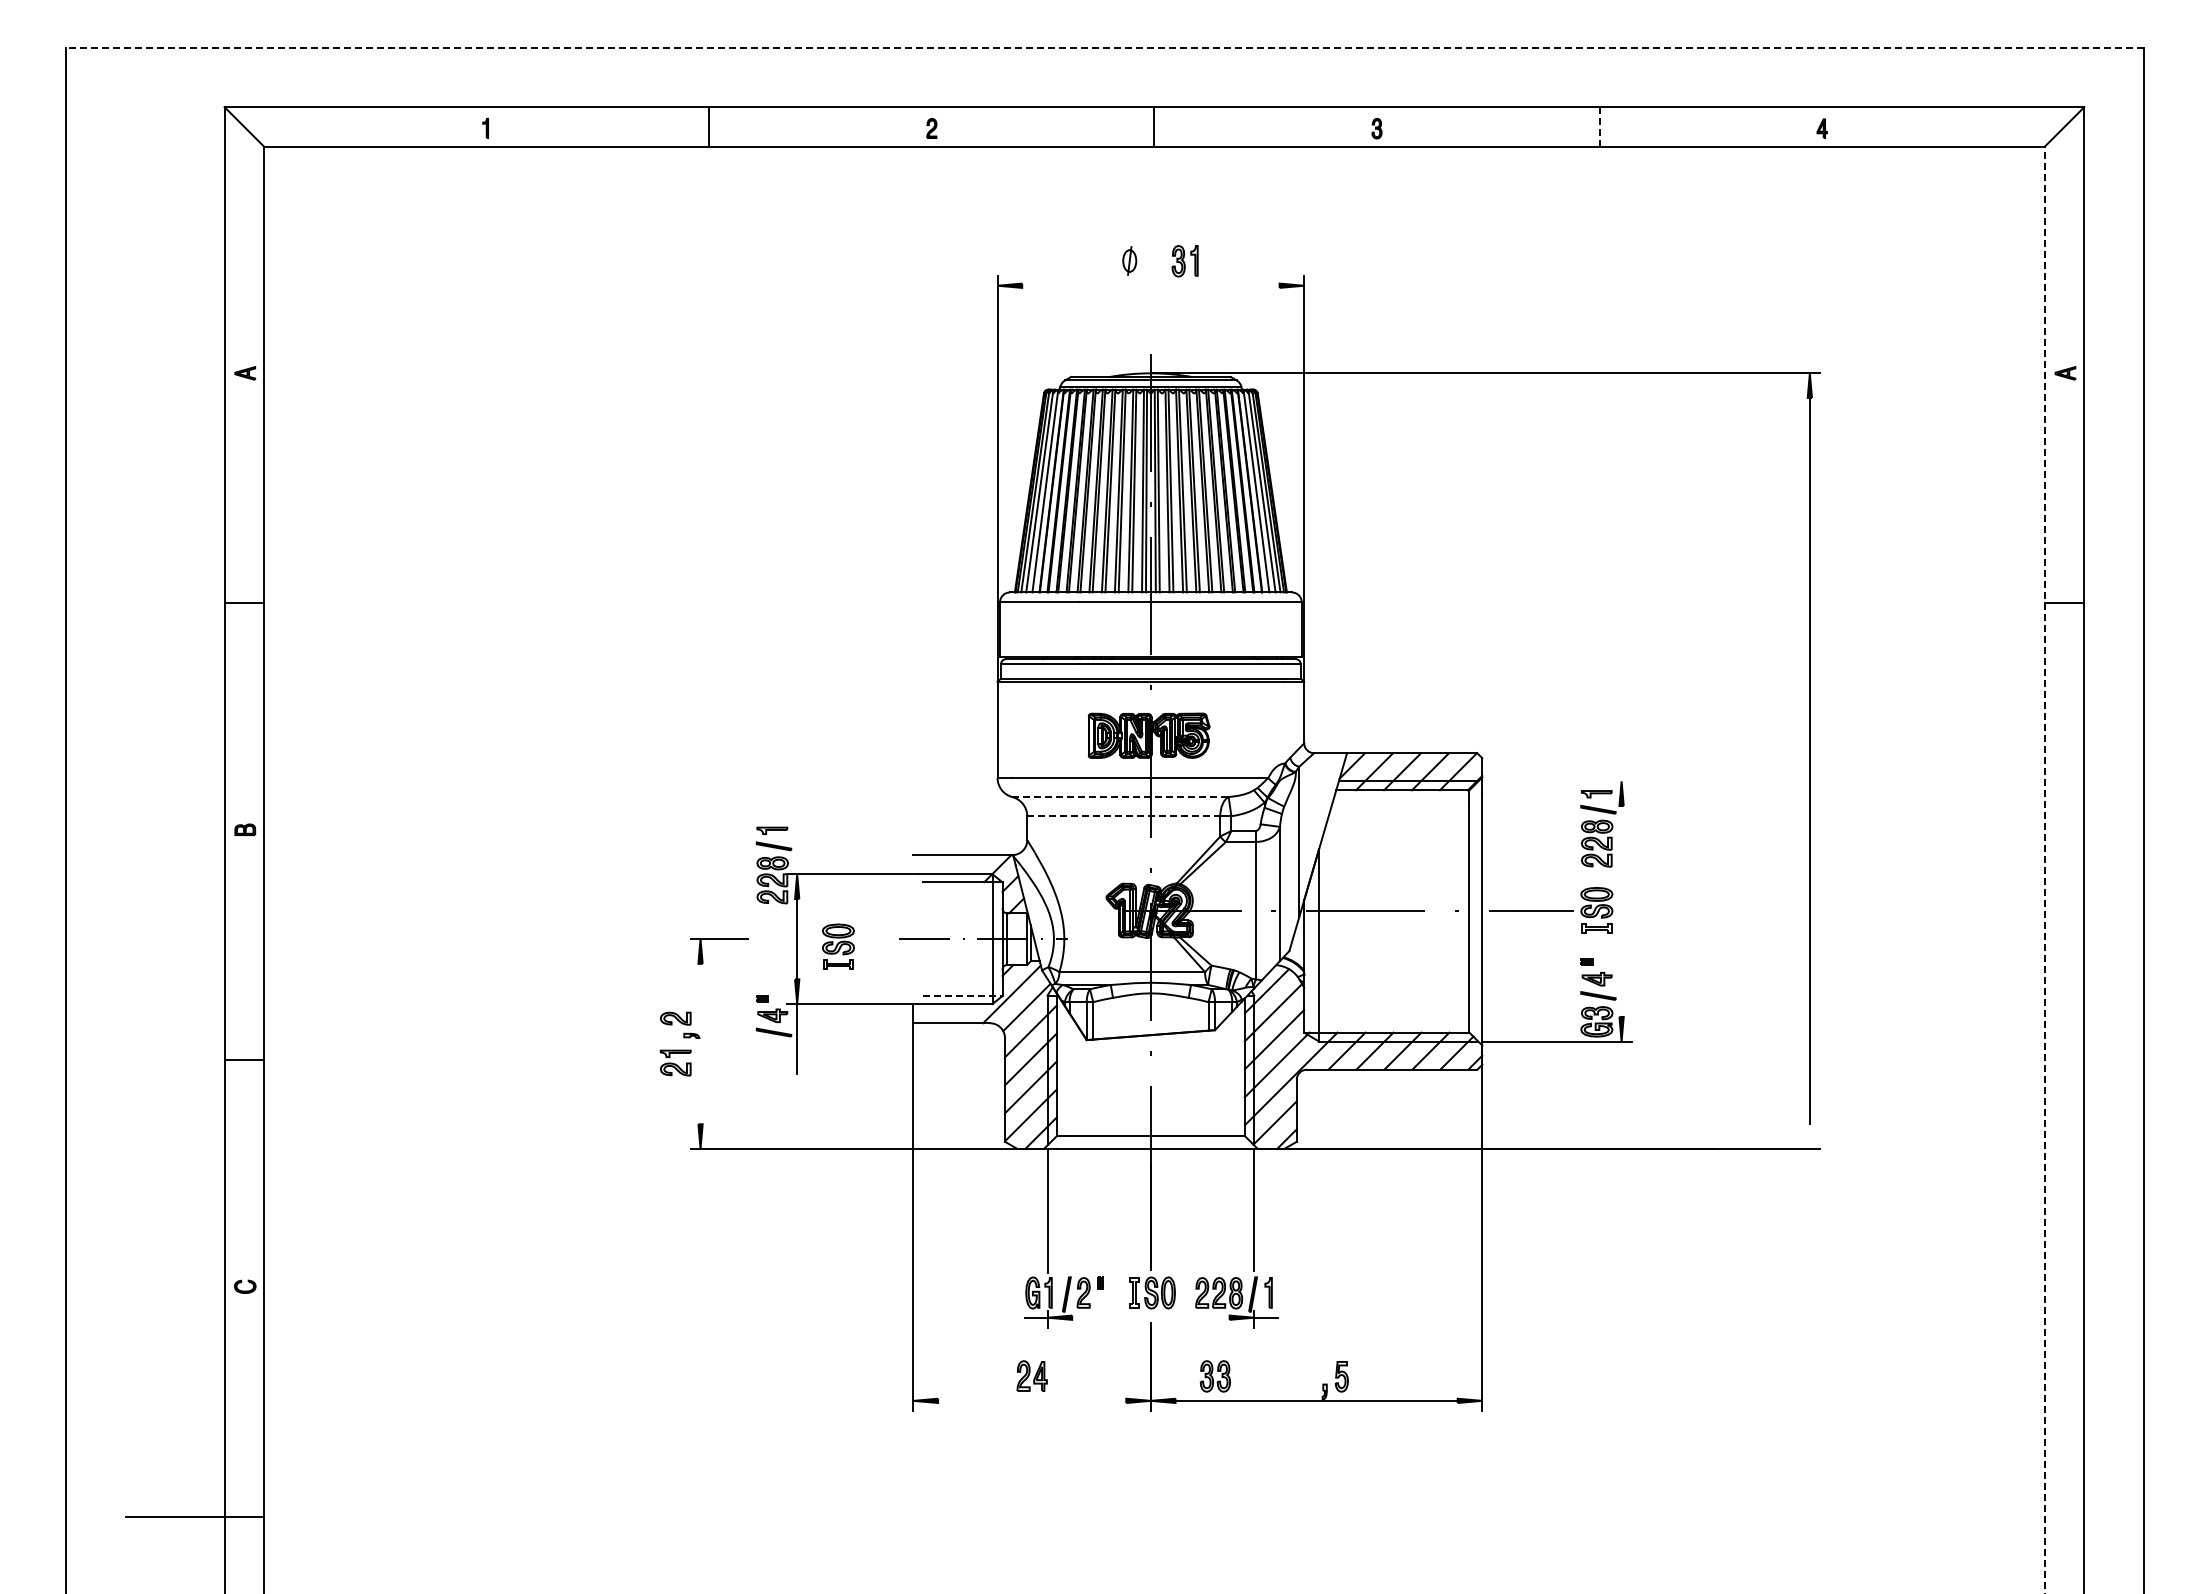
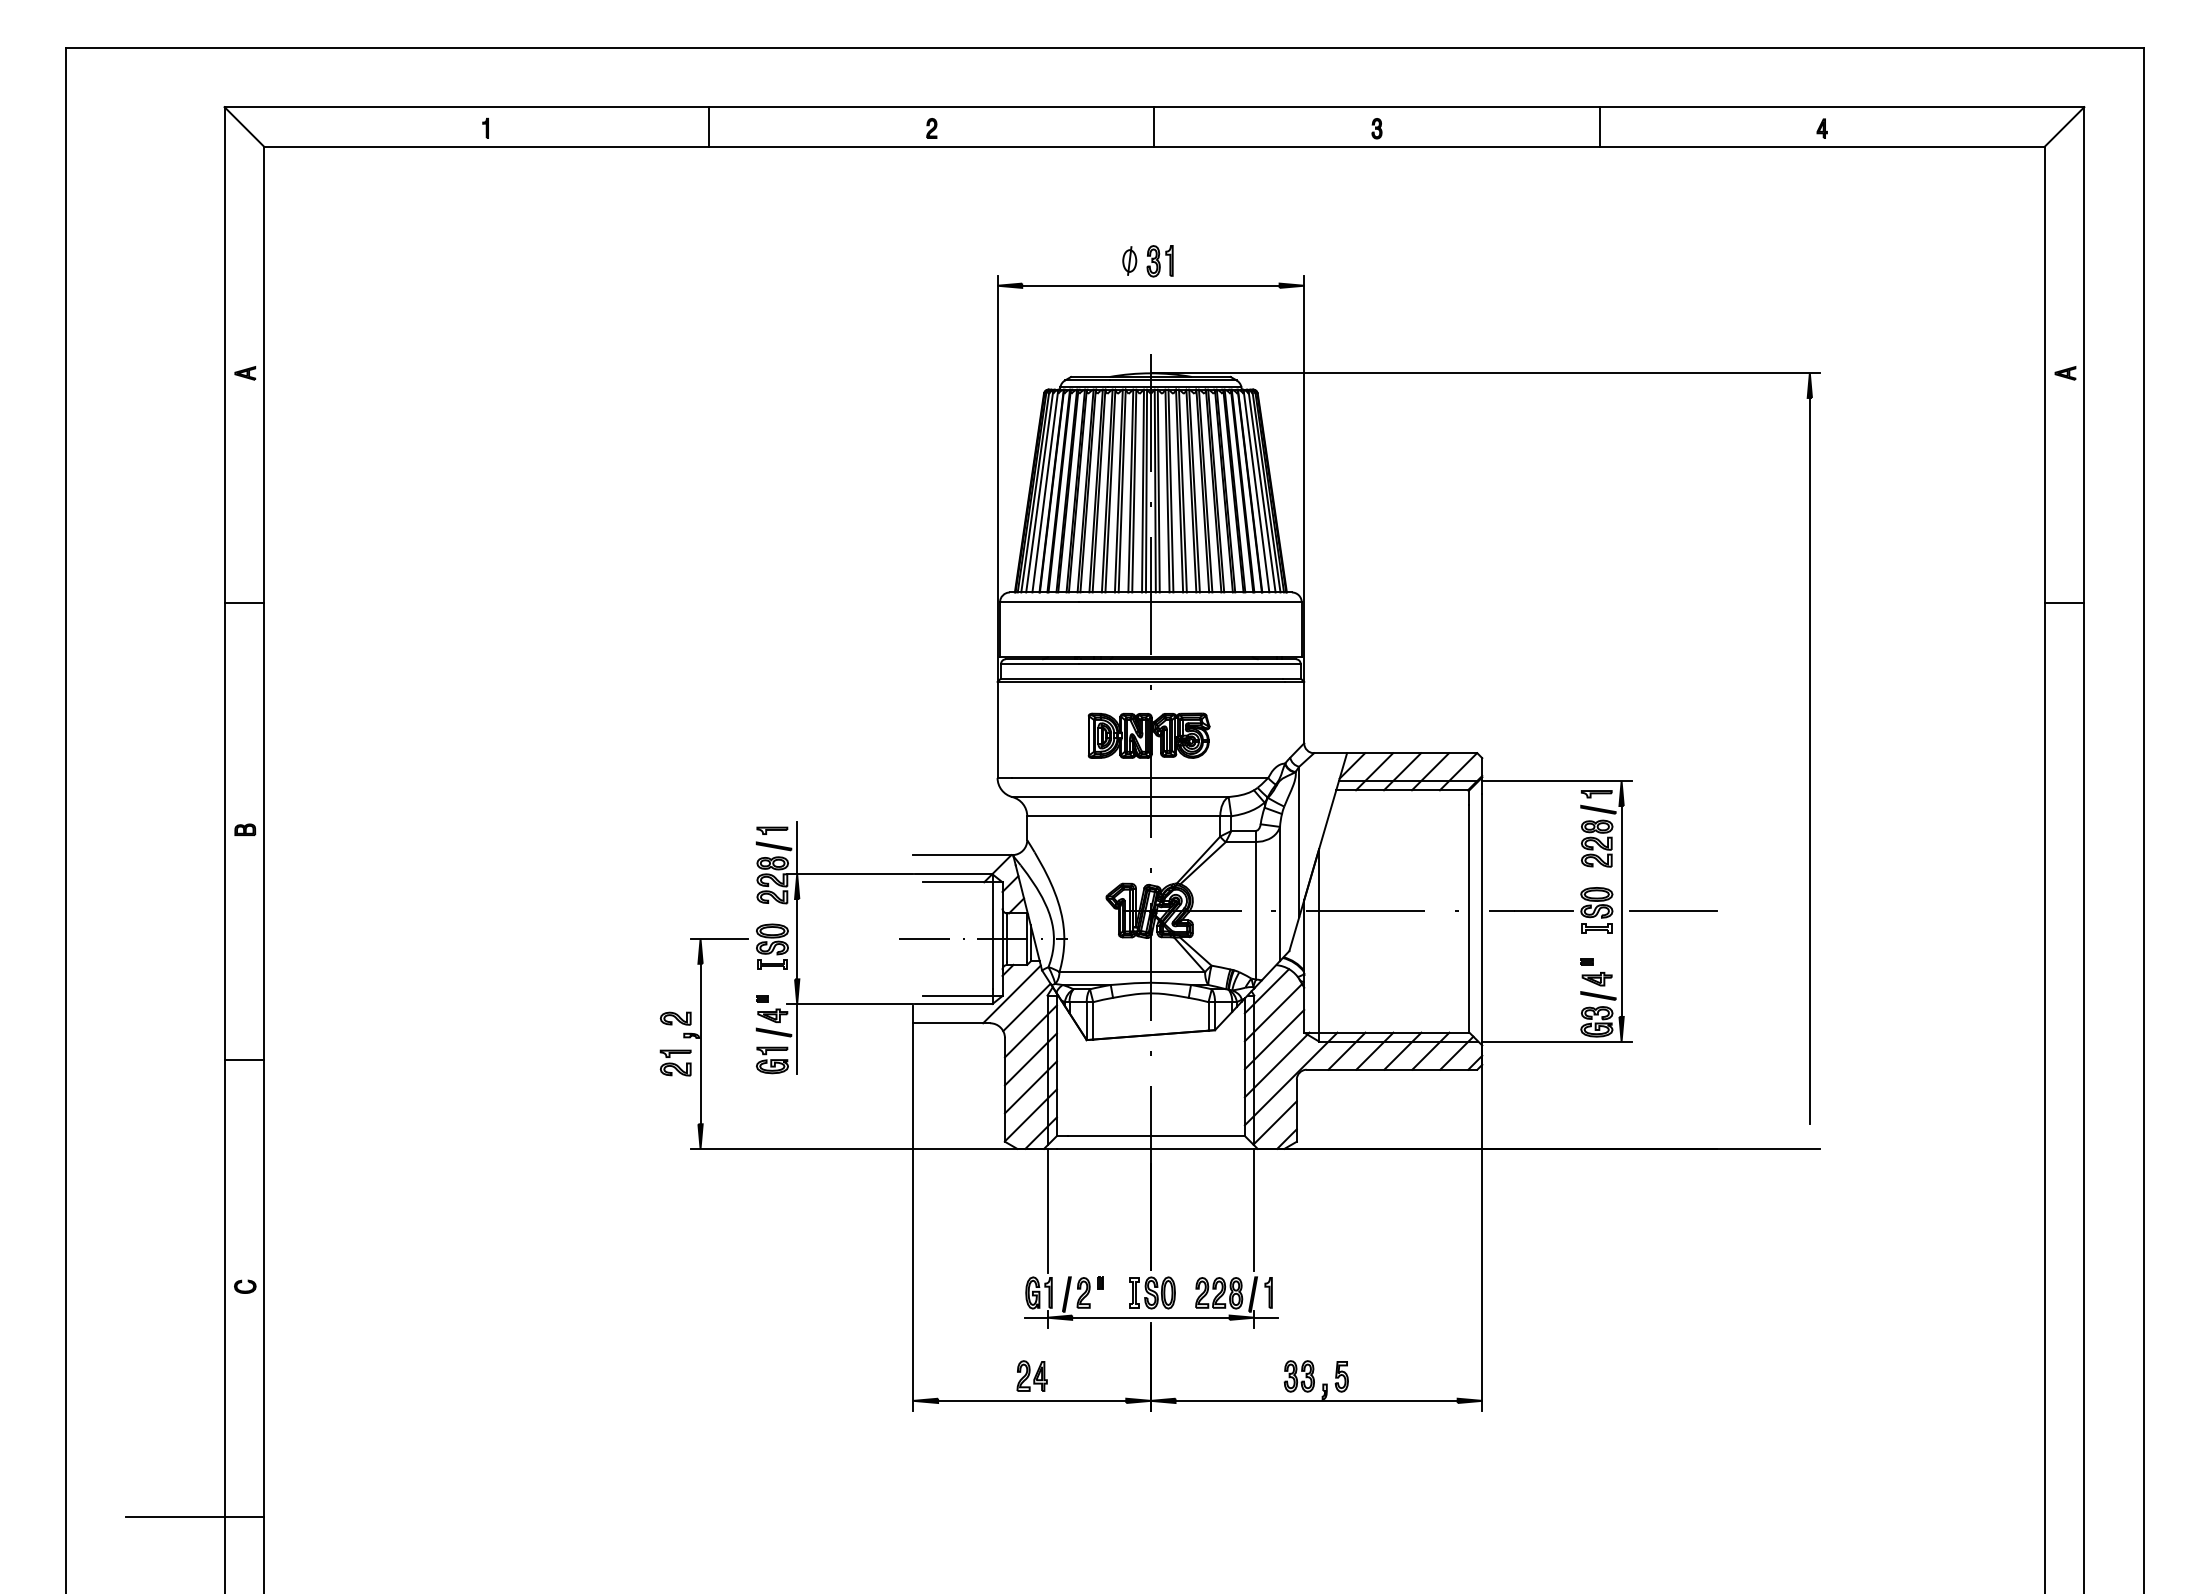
line at (1105, 47): dashed -> solid
line at (1599, 126): dashed -> solid
part at (1184, 261) position: (1184, 261) -> (1159, 261)
line at (1150, 285): none -> present
line at (1556, 781): none -> present
line at (1121, 797): dashed -> solid
line at (1123, 816): dashed -> solid
line at (797, 847): none -> present
line at (2044, 869): dashed -> solid
line at (1621, 911): none -> present
line at (1673, 911): none -> present
part at (838, 946) position: (838, 946) -> (772, 946)
line at (962, 996): dashed -> solid
line at (700, 1043): none -> present
part at (772, 1060): none -> present
line at (1150, 1317): none -> present
part at (1214, 1376) position: (1214, 1376) -> (1298, 1376)
line at (1032, 1400): none -> present
